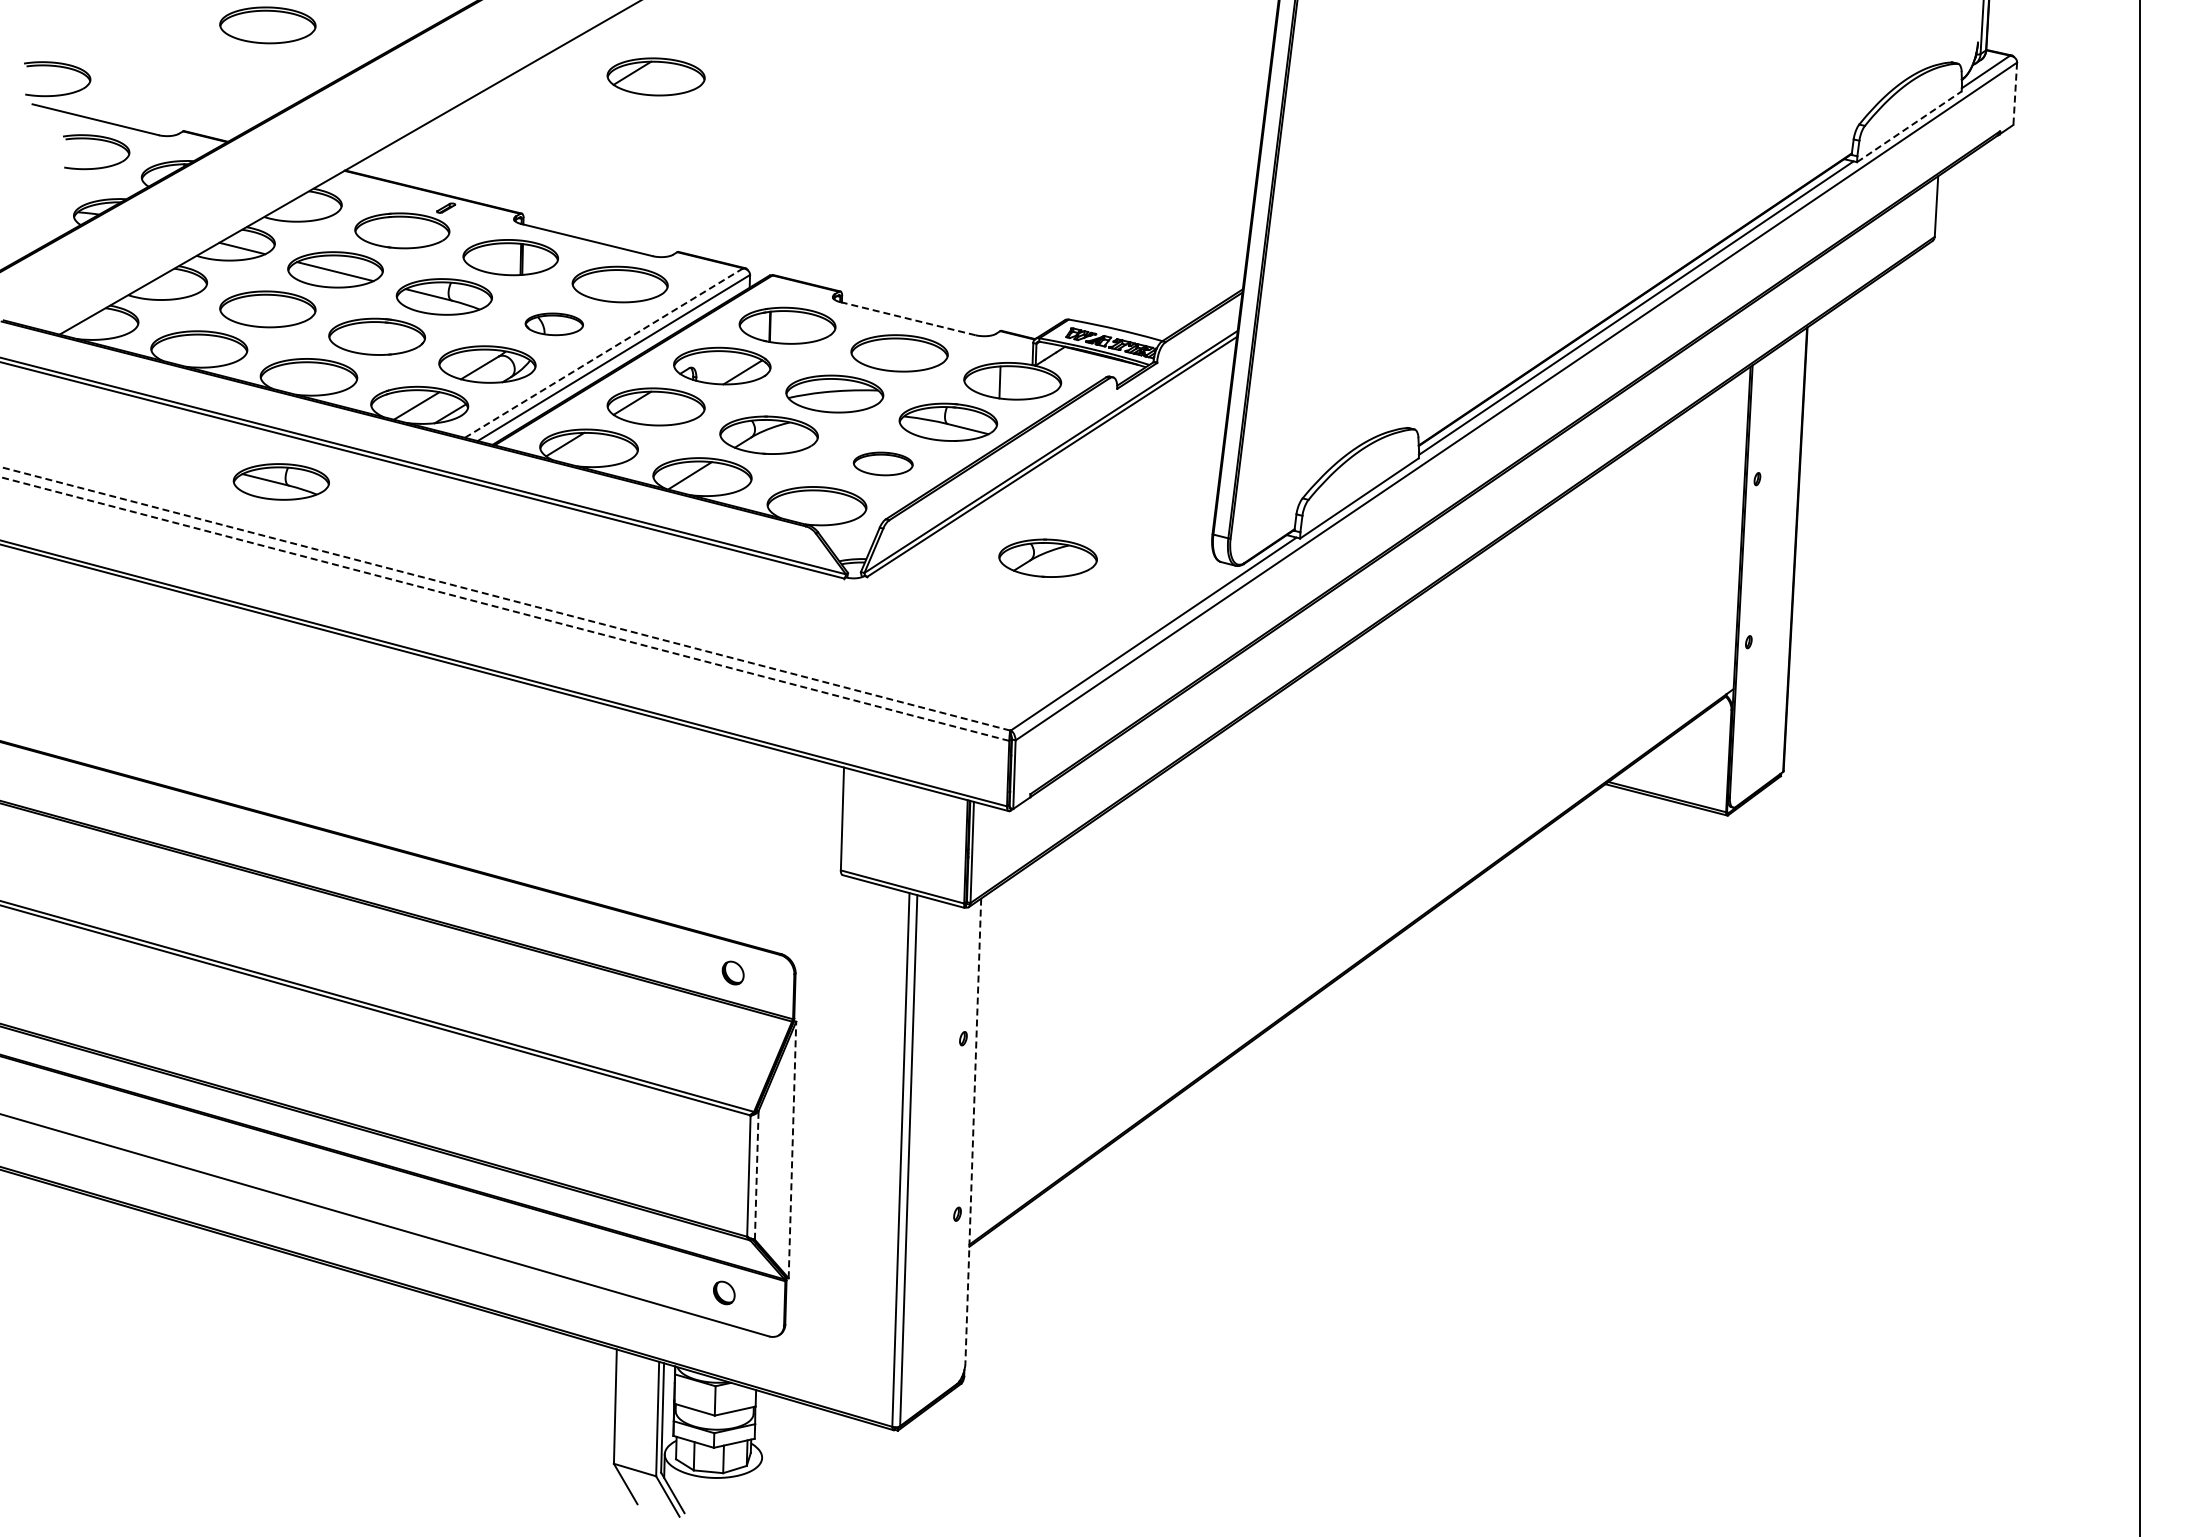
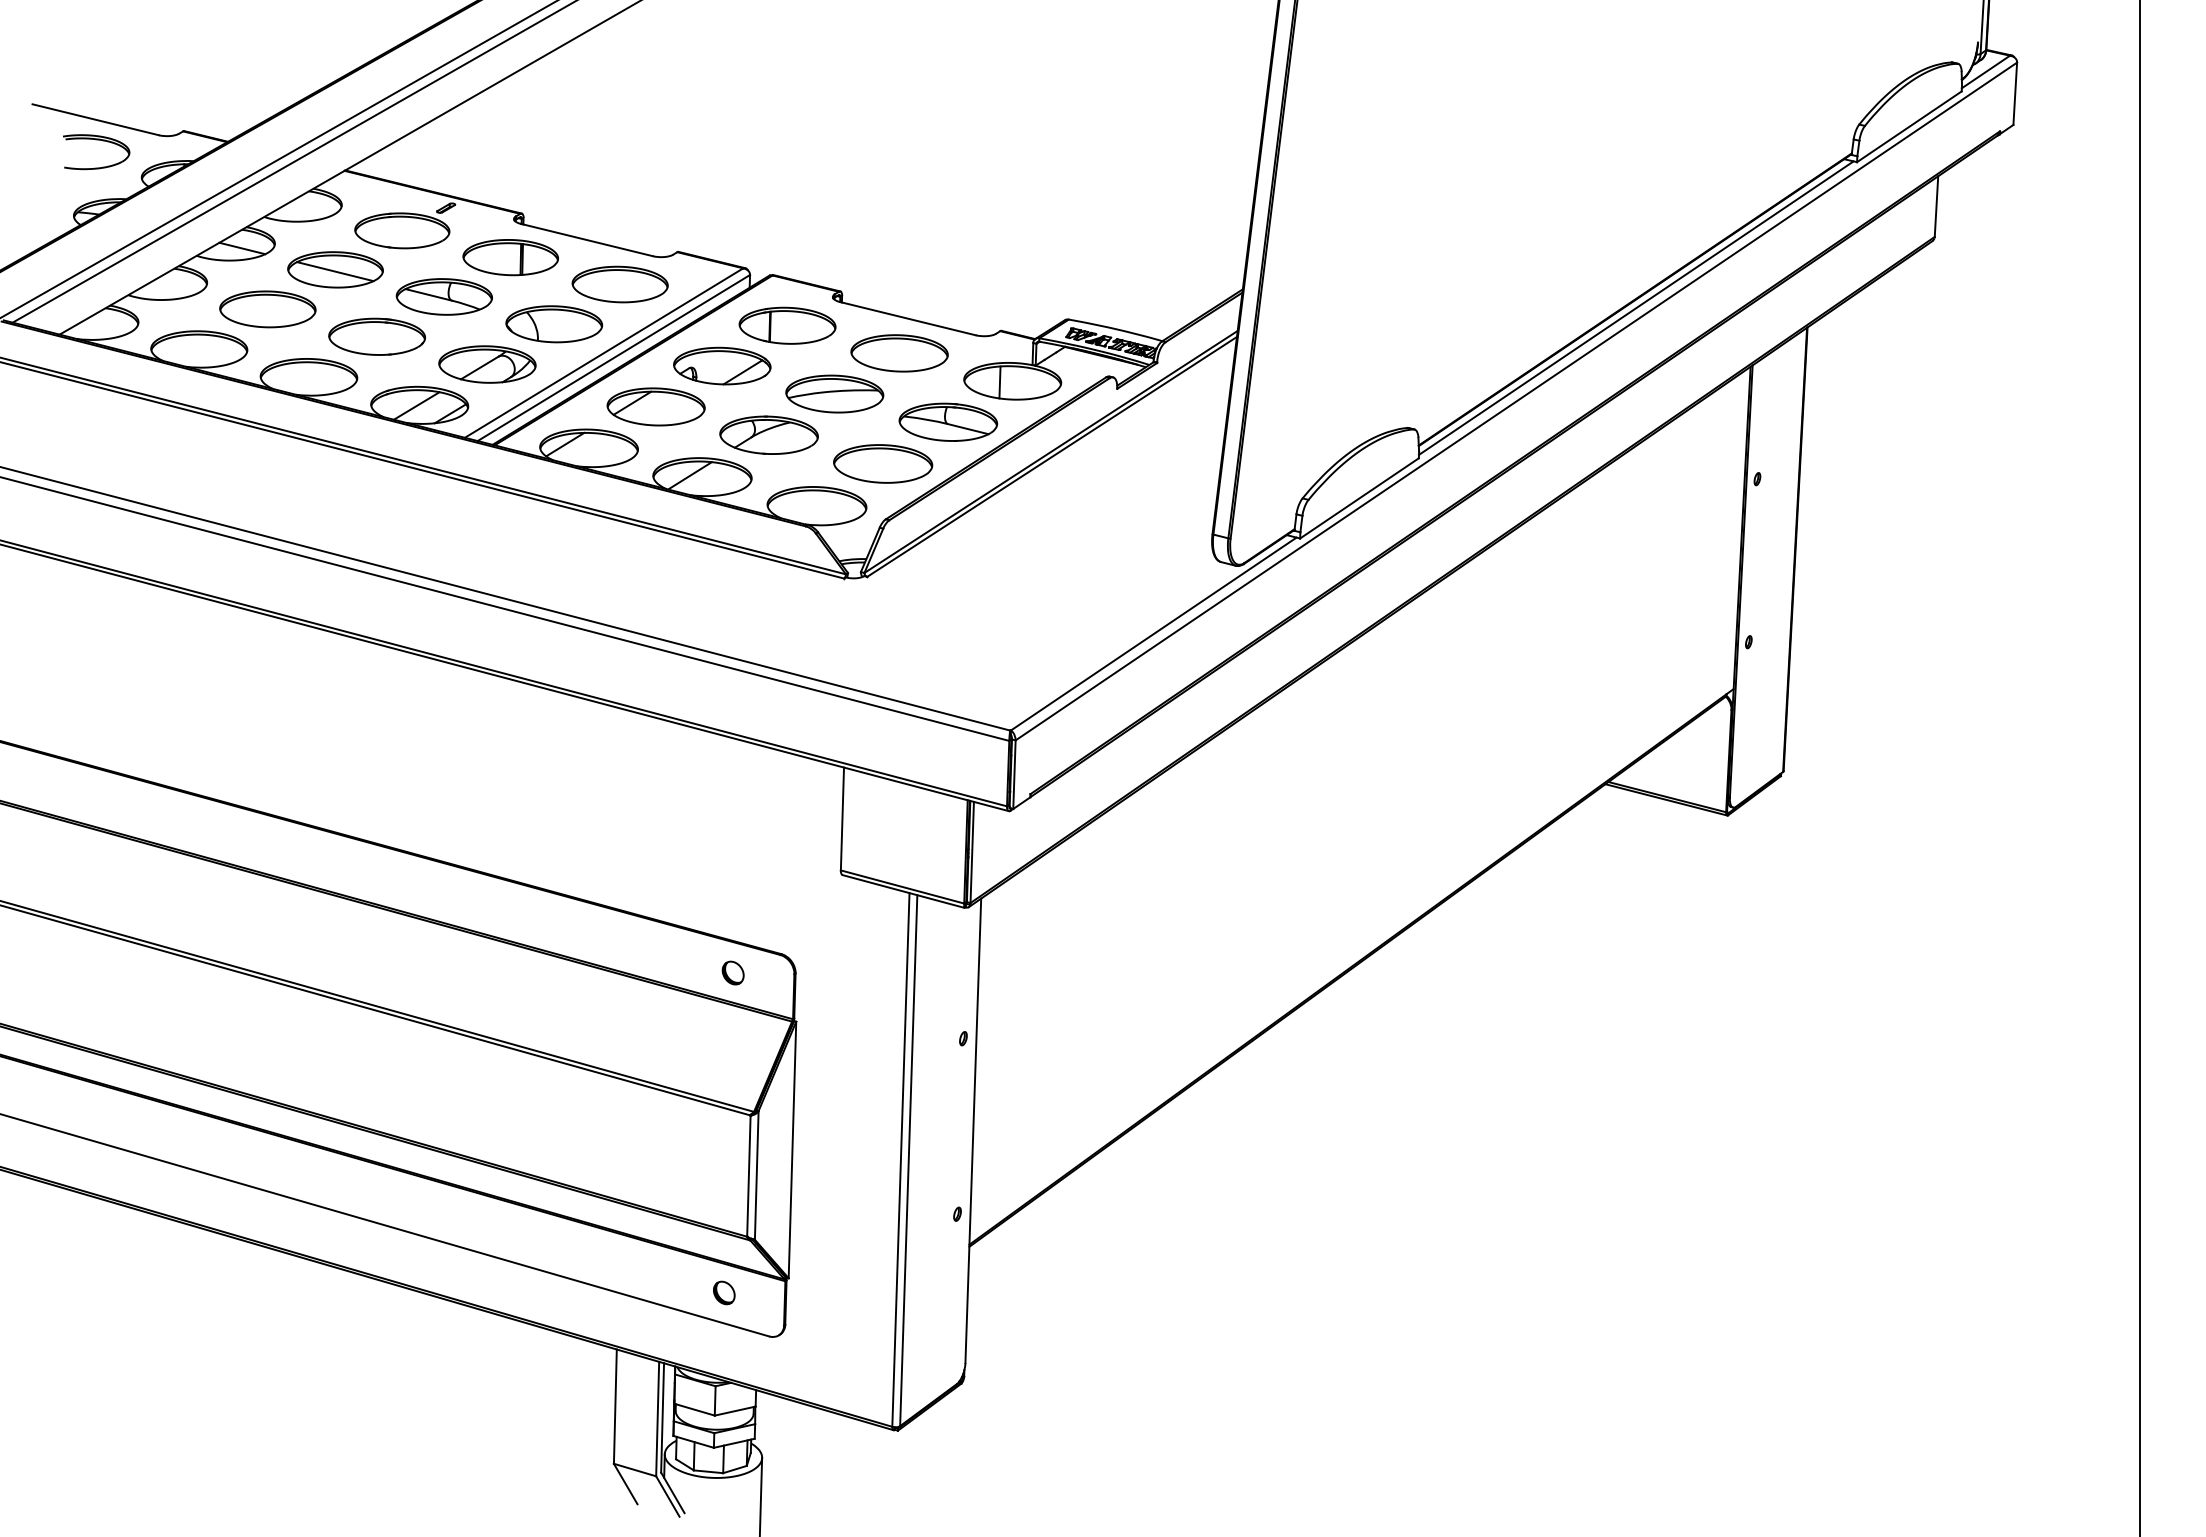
part at (267, 25): present -> none
part at (57, 67): present -> none
part at (655, 76): present -> none
line at (2015, 94): dashed -> solid
line at (1909, 126): dashed -> solid
line at (278, 159): none -> present
line at (292, 162): none -> present
line at (907, 318): dashed -> solid
part at (553, 324) size: 60x25 px -> 99x39 px
line at (603, 353): dashed -> solid
part at (882, 463) size: 62x26 px -> 101x40 px
part at (280, 481): present -> none
part at (1047, 557): present -> none
line at (505, 598): dashed -> solid
line at (504, 608): dashed -> solid
line at (973, 1131): dashed -> solid
line at (792, 1149): dashed -> solid
line at (756, 1174): dashed -> solid
line at (760, 1495): none -> present
